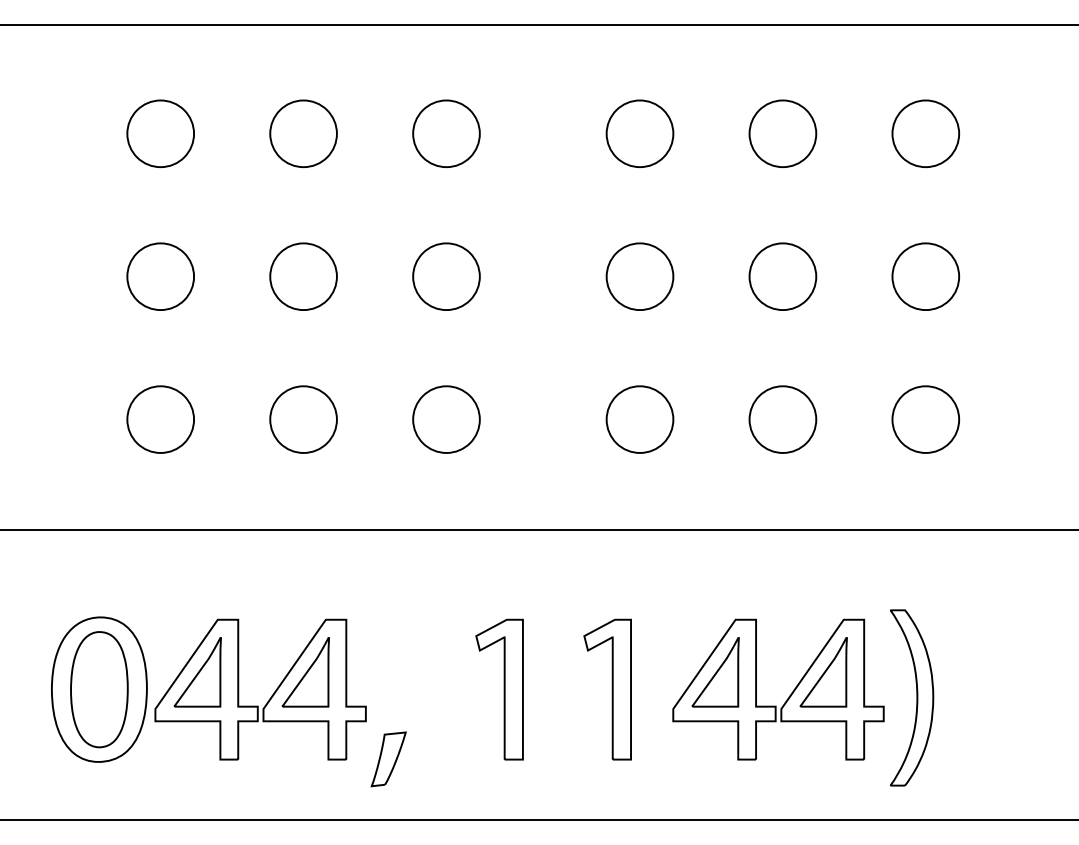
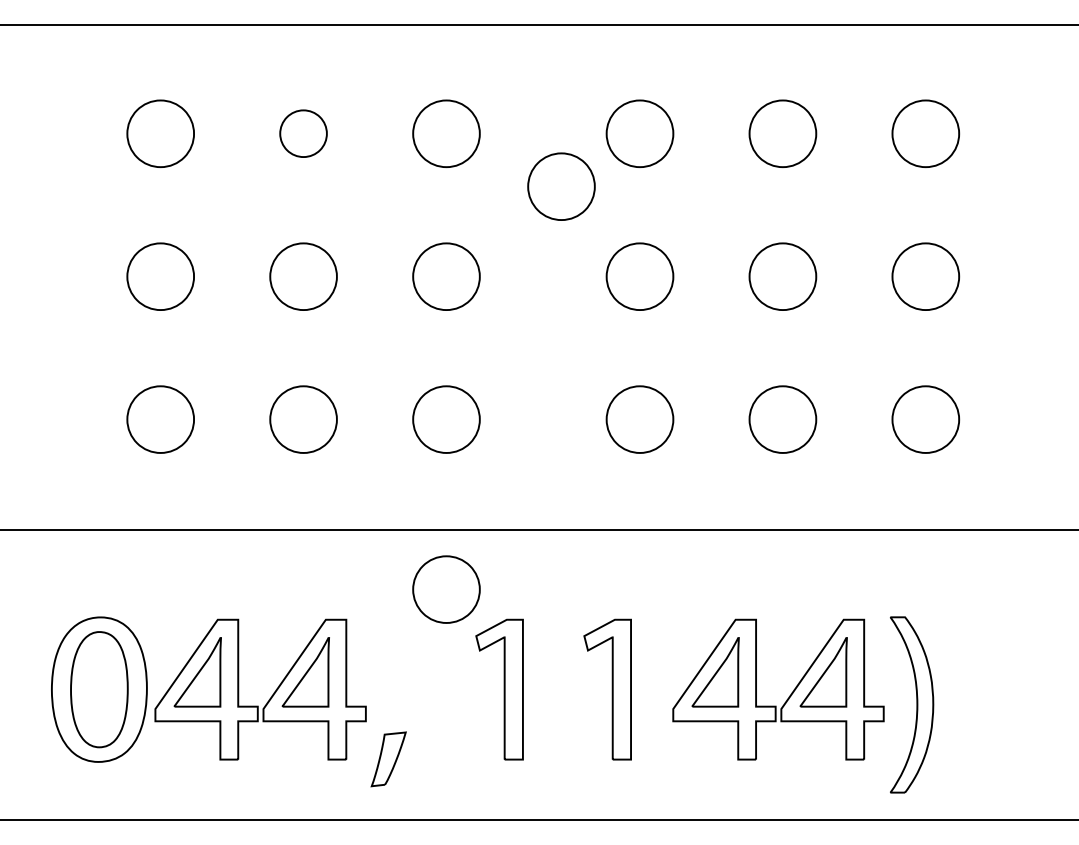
part at (303, 133) size: 69x69 px -> 49x49 px
part at (561, 186): none -> present
part at (446, 589): none -> present
part at (912, 697) position: (912, 697) -> (912, 704)
